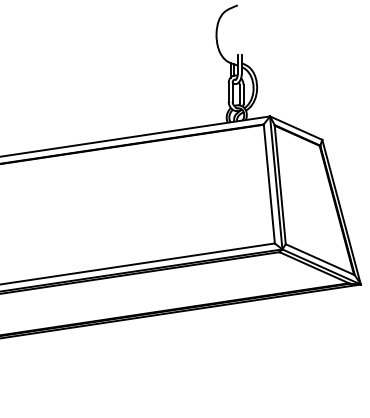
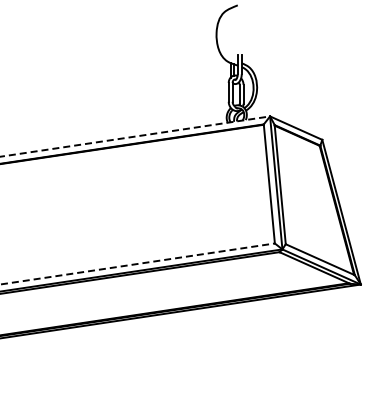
line at (135, 136): solid -> dashed
line at (138, 263): solid -> dashed
